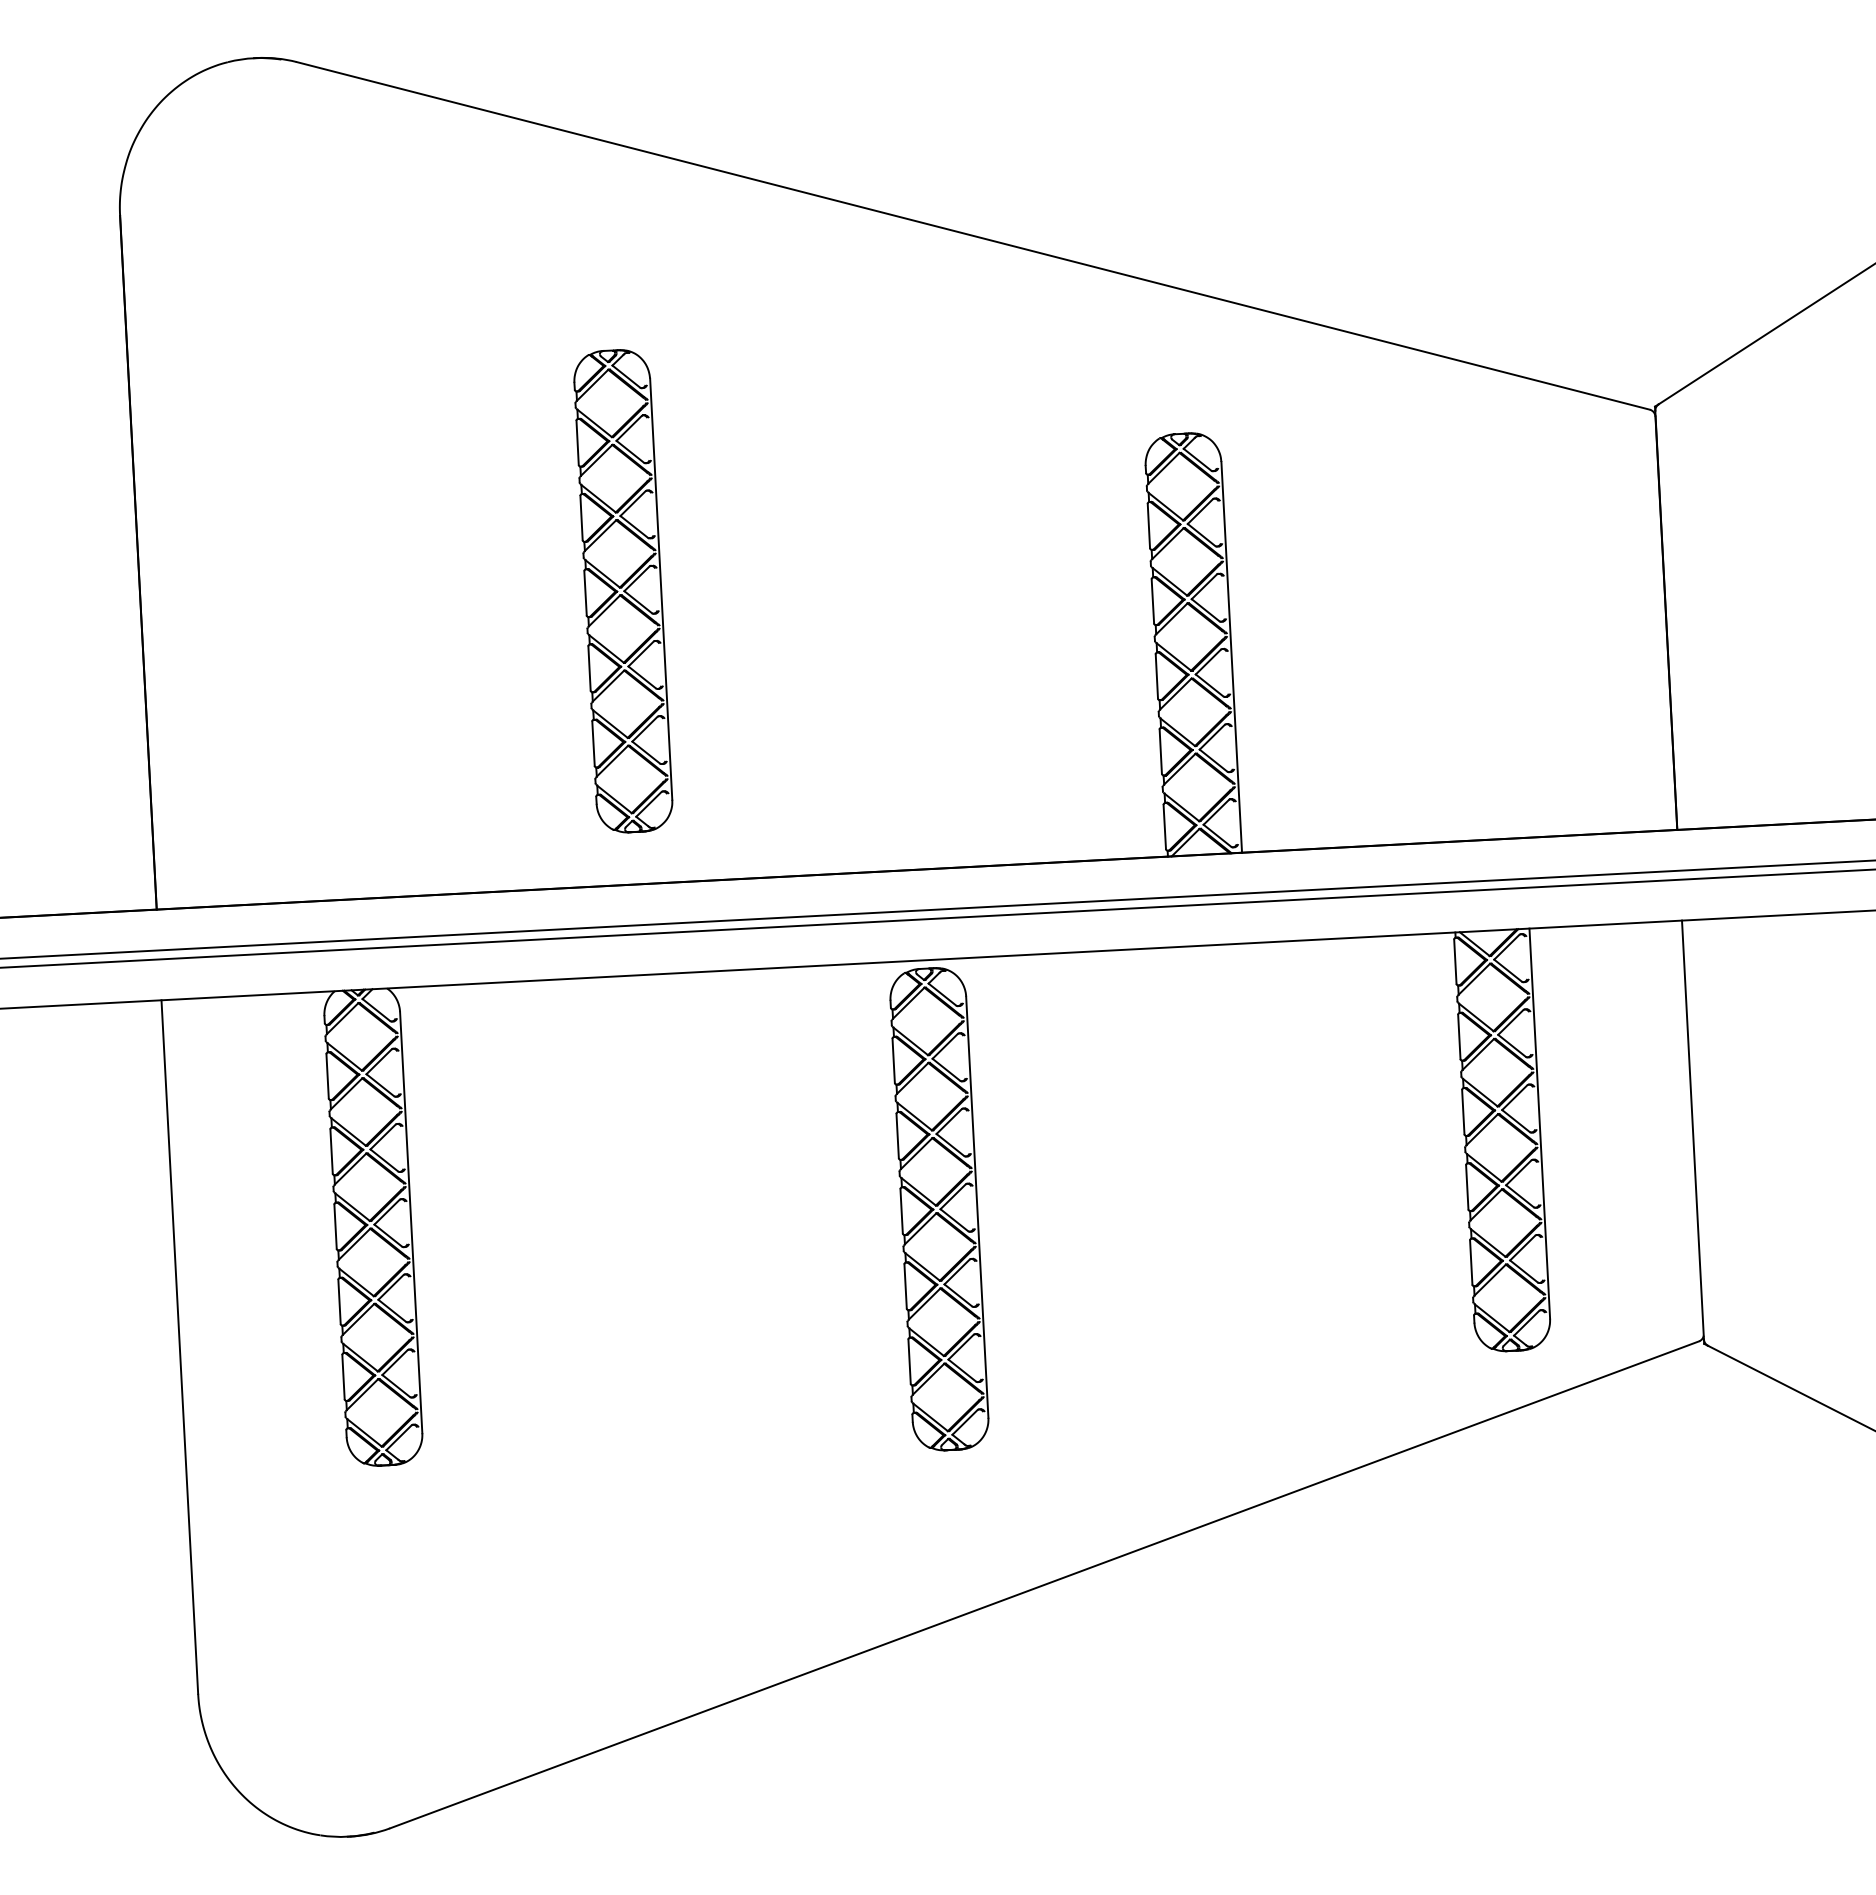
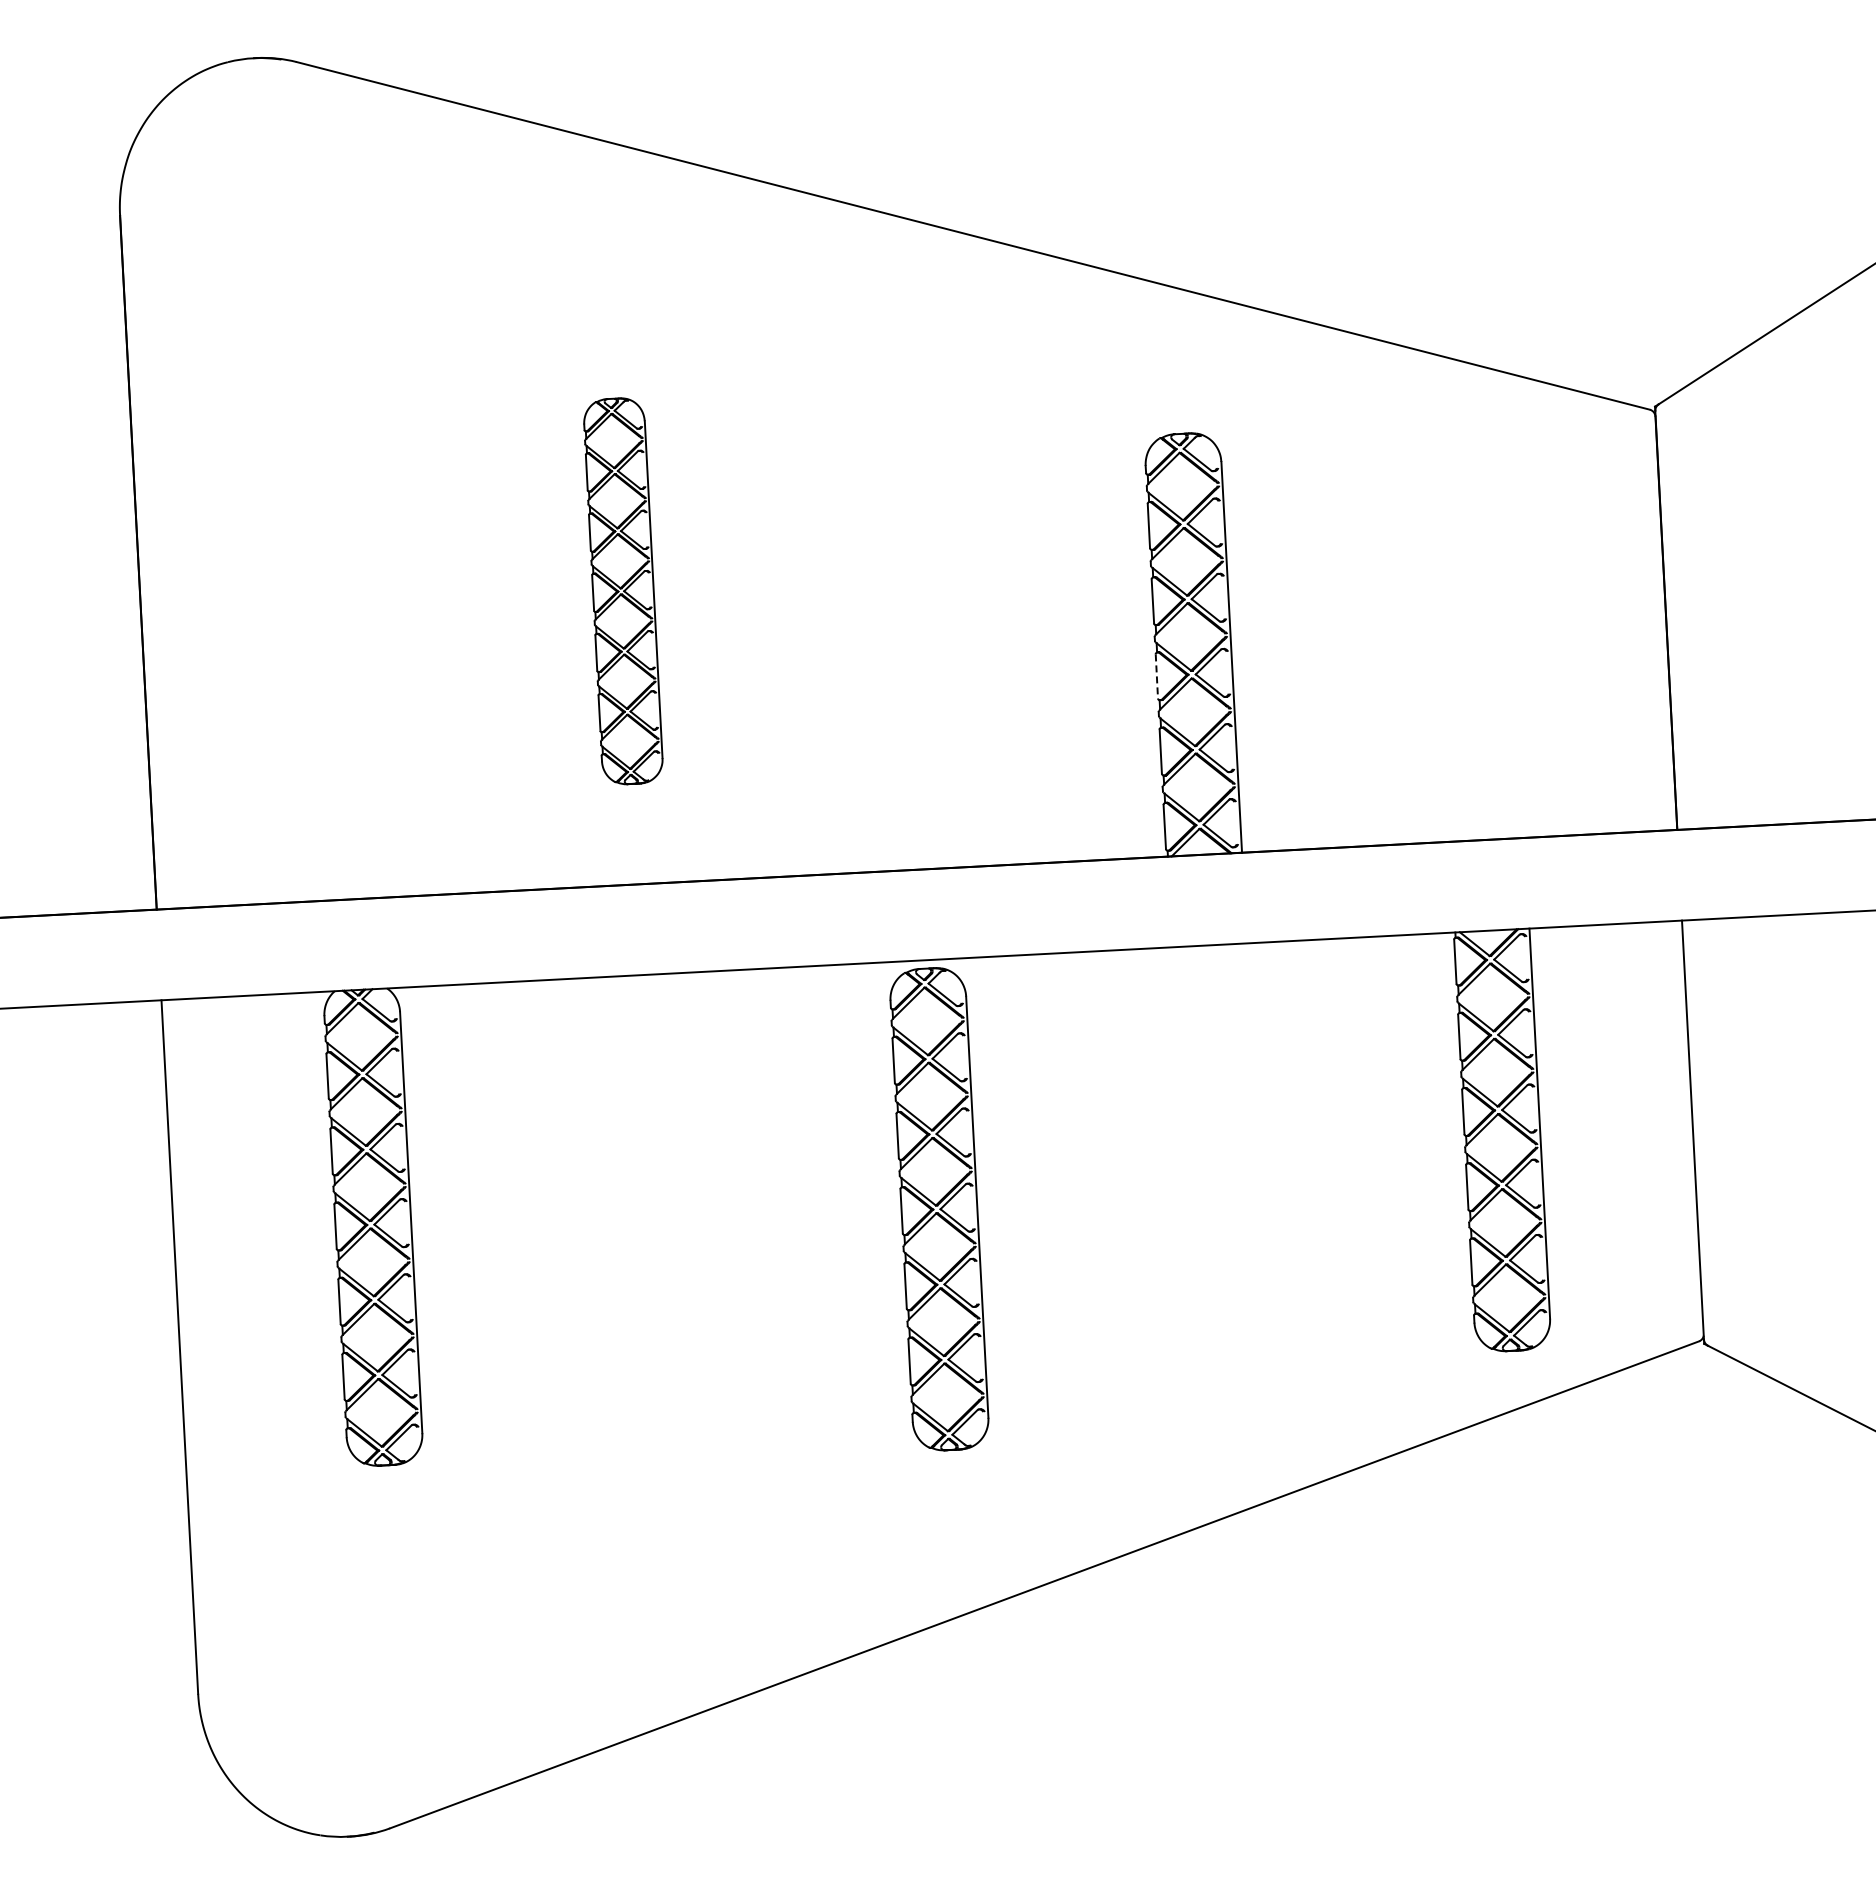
part at (623, 591) size: 101x485 px -> 81x389 px
line at (1156, 677): solid -> dashed
line at (937, 909): present -> none
line at (937, 918): present -> none
